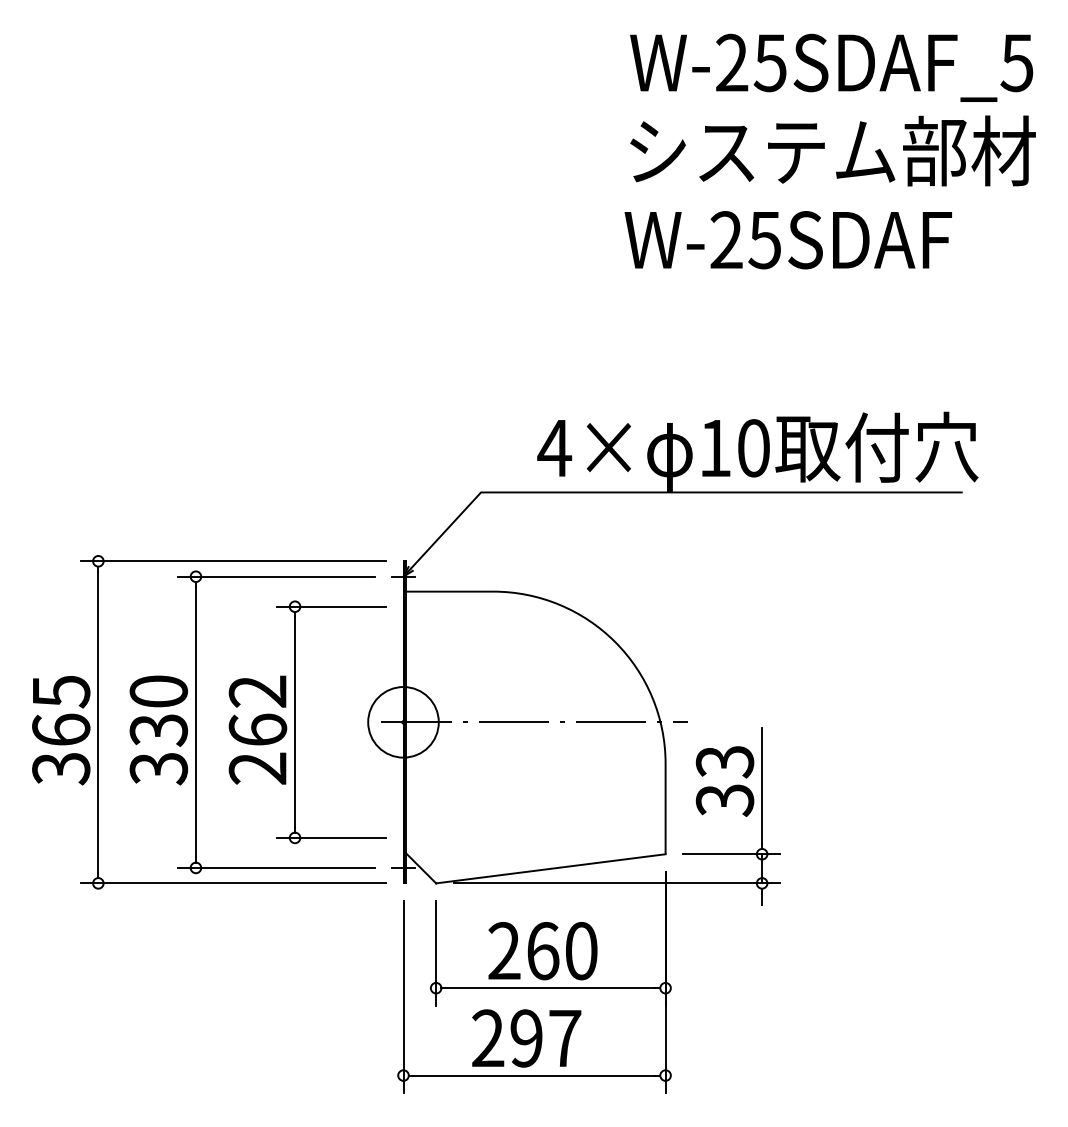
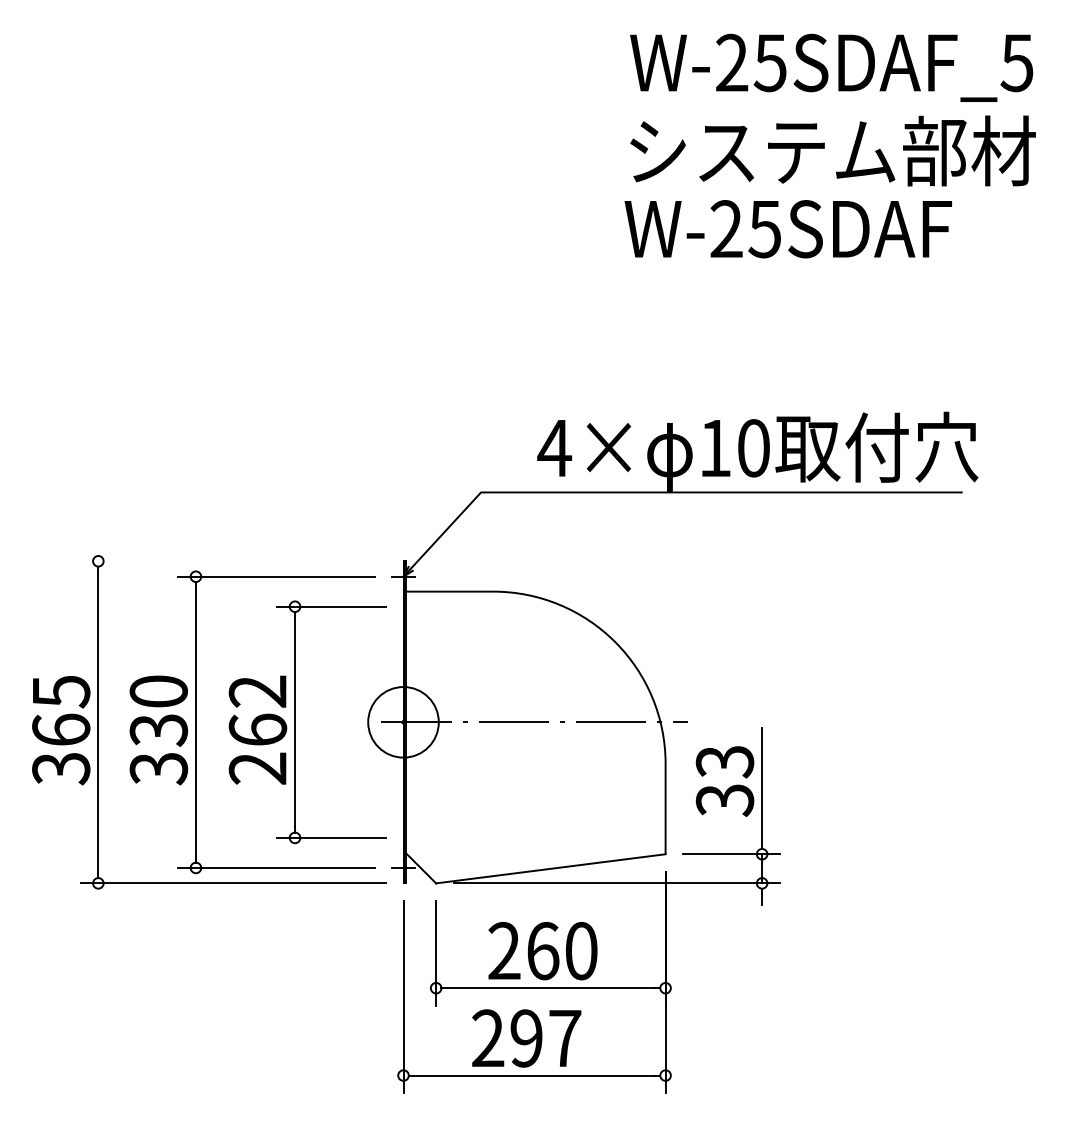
text at (787, 240) position: (787, 240) -> (787, 229)
line at (232, 561): present -> none
